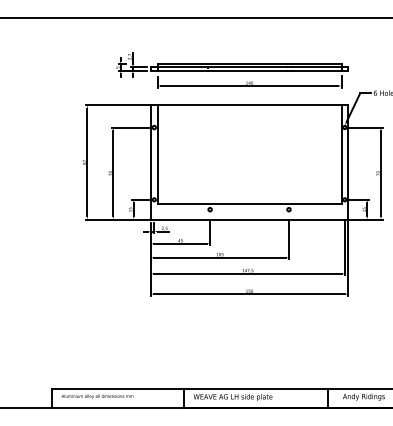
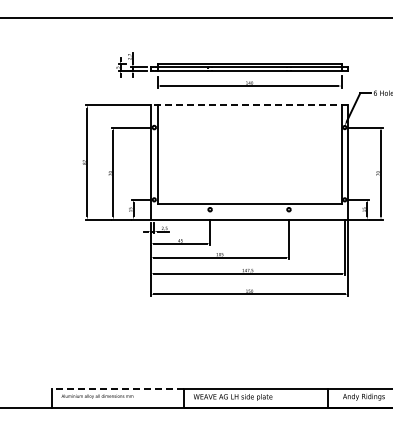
line at (249, 105): solid -> dashed
line at (118, 389): solid -> dashed
